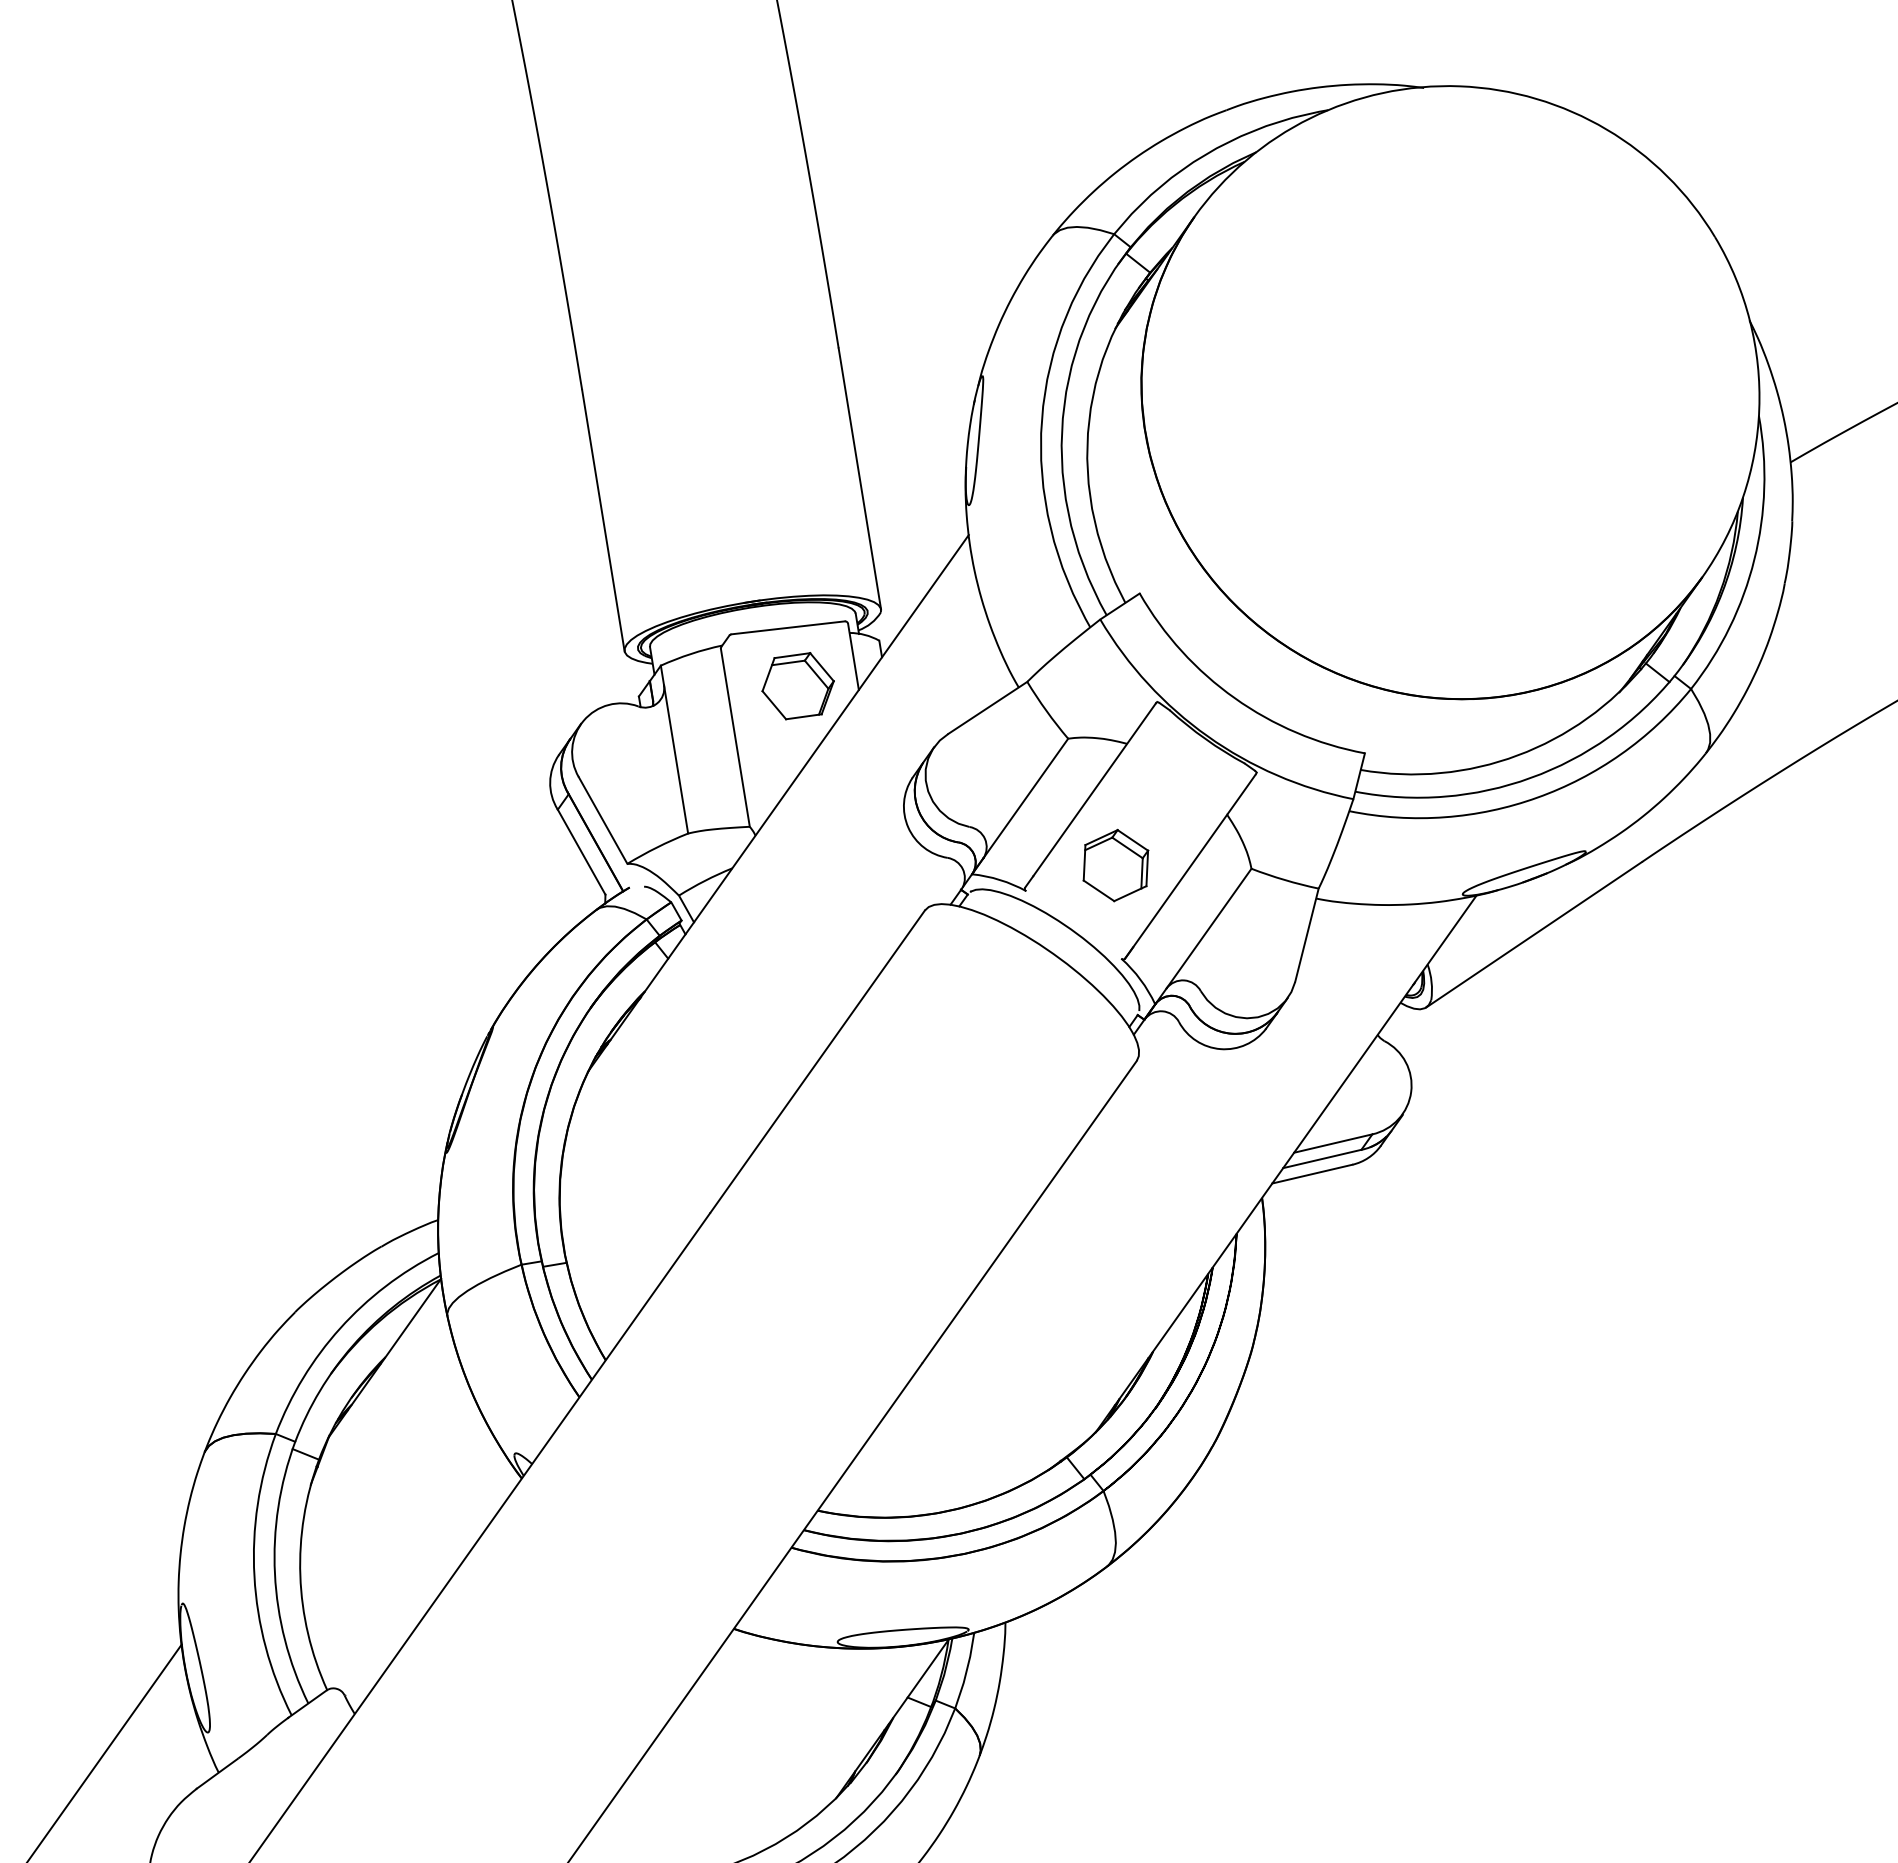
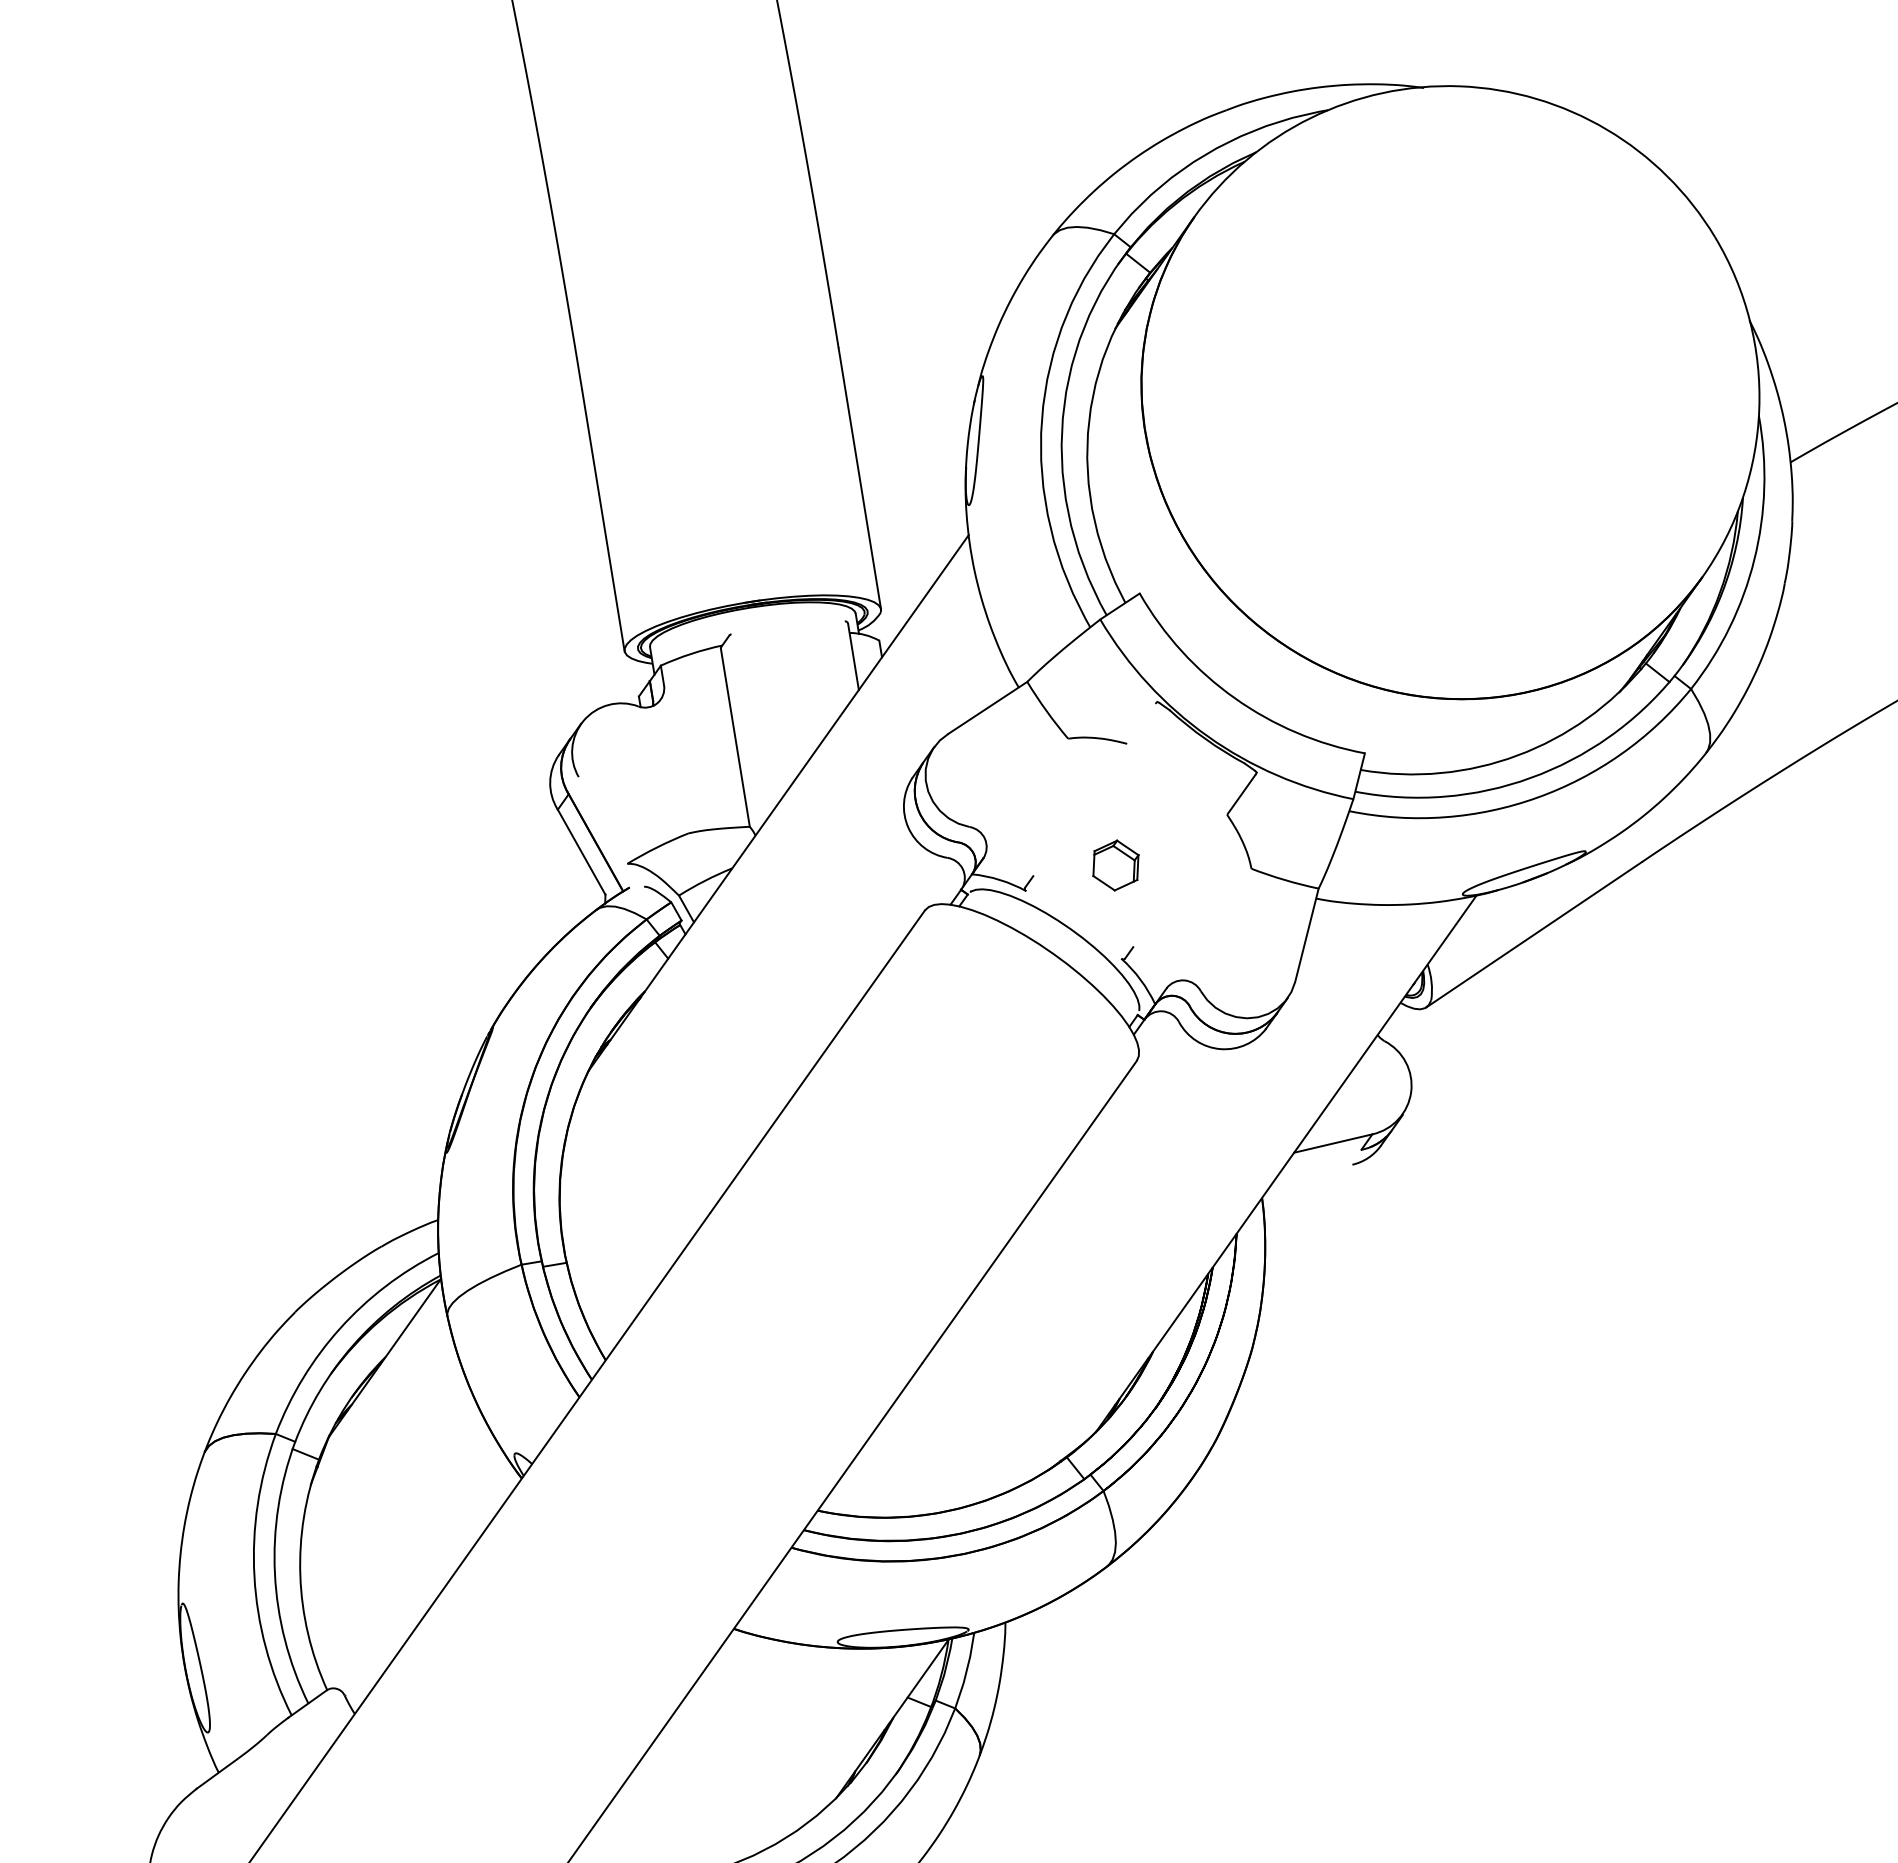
line at (787, 627): present -> none
part at (797, 686): present -> none
line at (676, 759): present -> none
line at (1094, 789): present -> none
line at (1025, 798): present -> none
line at (602, 820): present -> none
part at (1115, 865) size: 68x75 px -> 48x53 px
line at (1176, 886): present -> none
line at (1208, 928): present -> none
line at (1322, 1158): present -> none
line at (1312, 1173): present -> none
line at (105, 1751): present -> none
